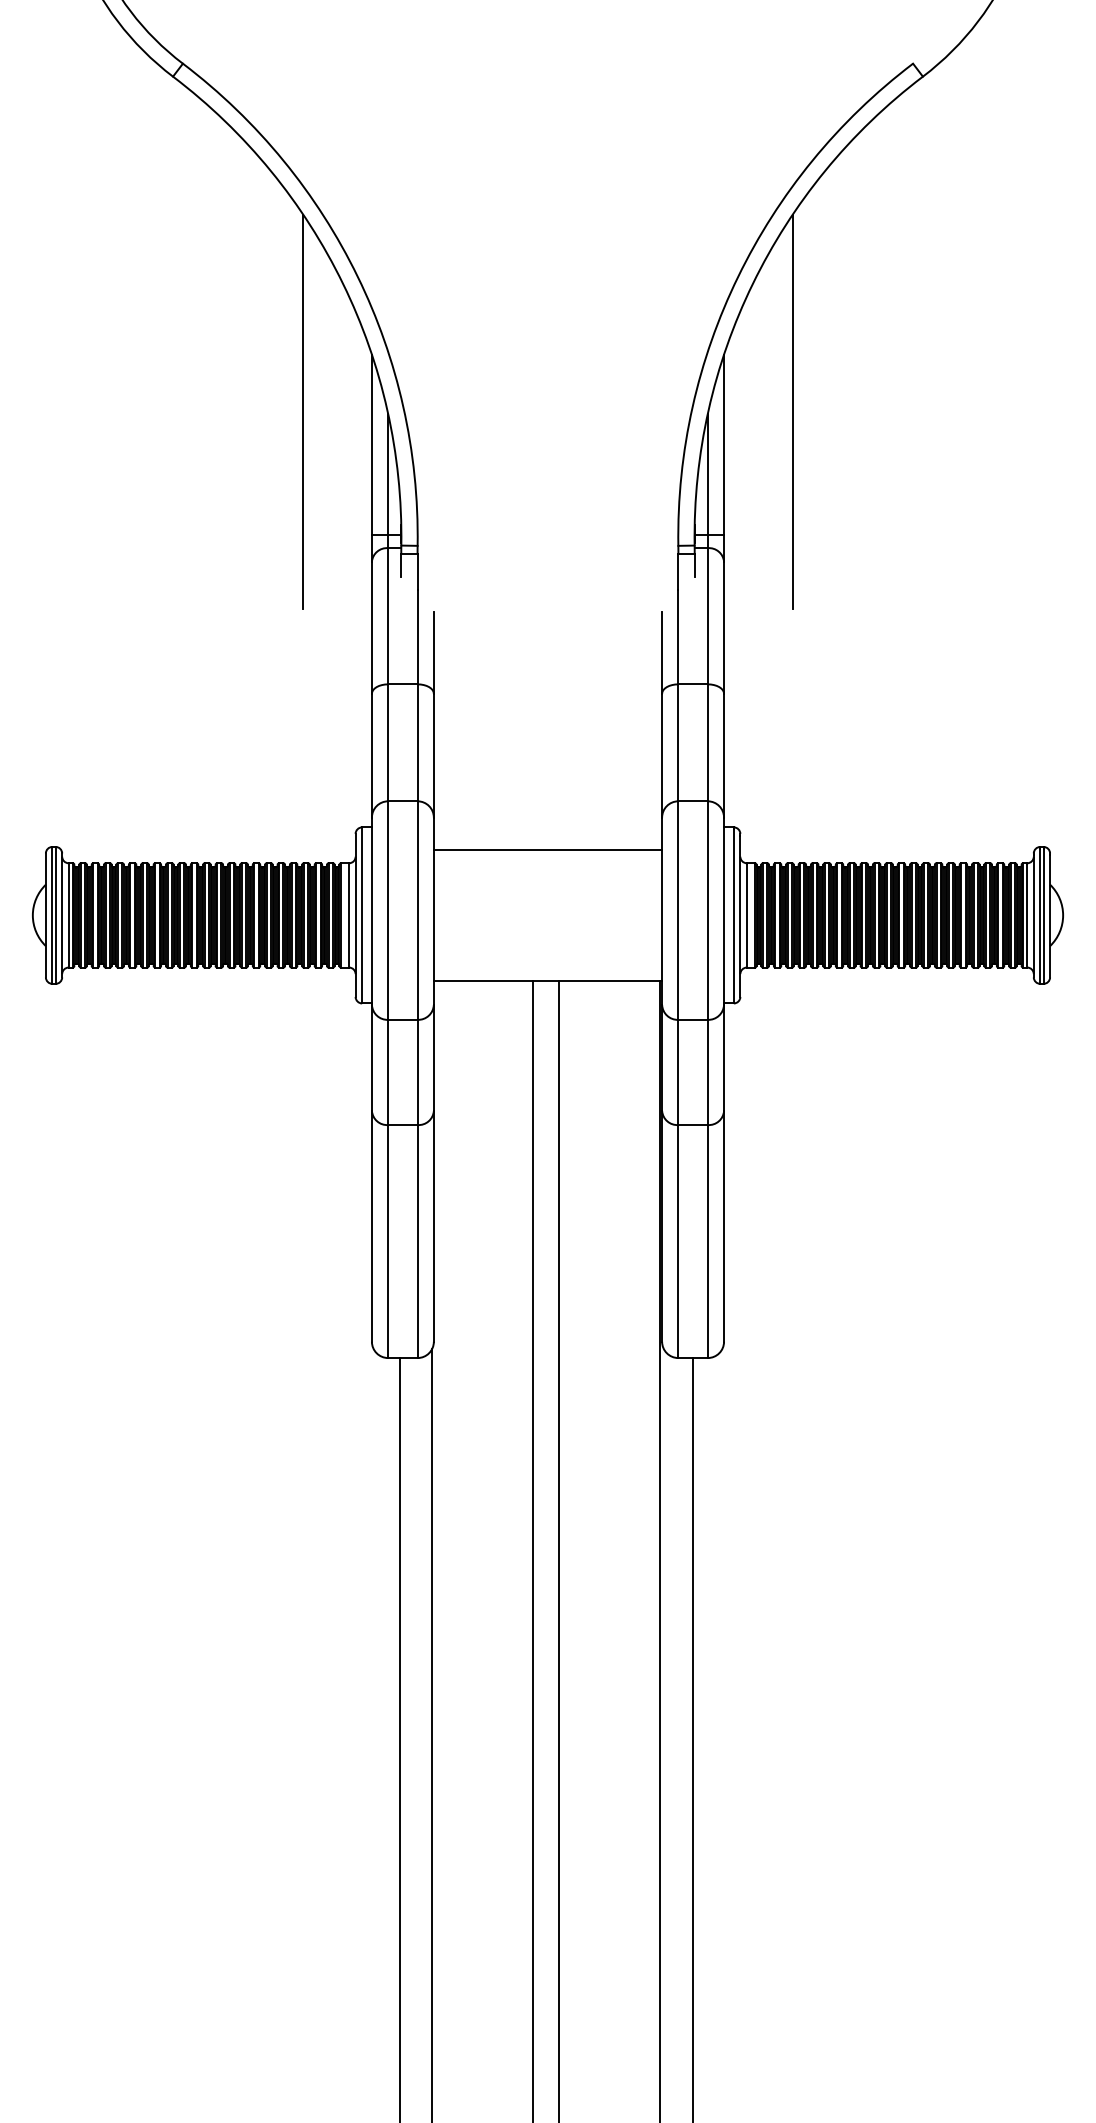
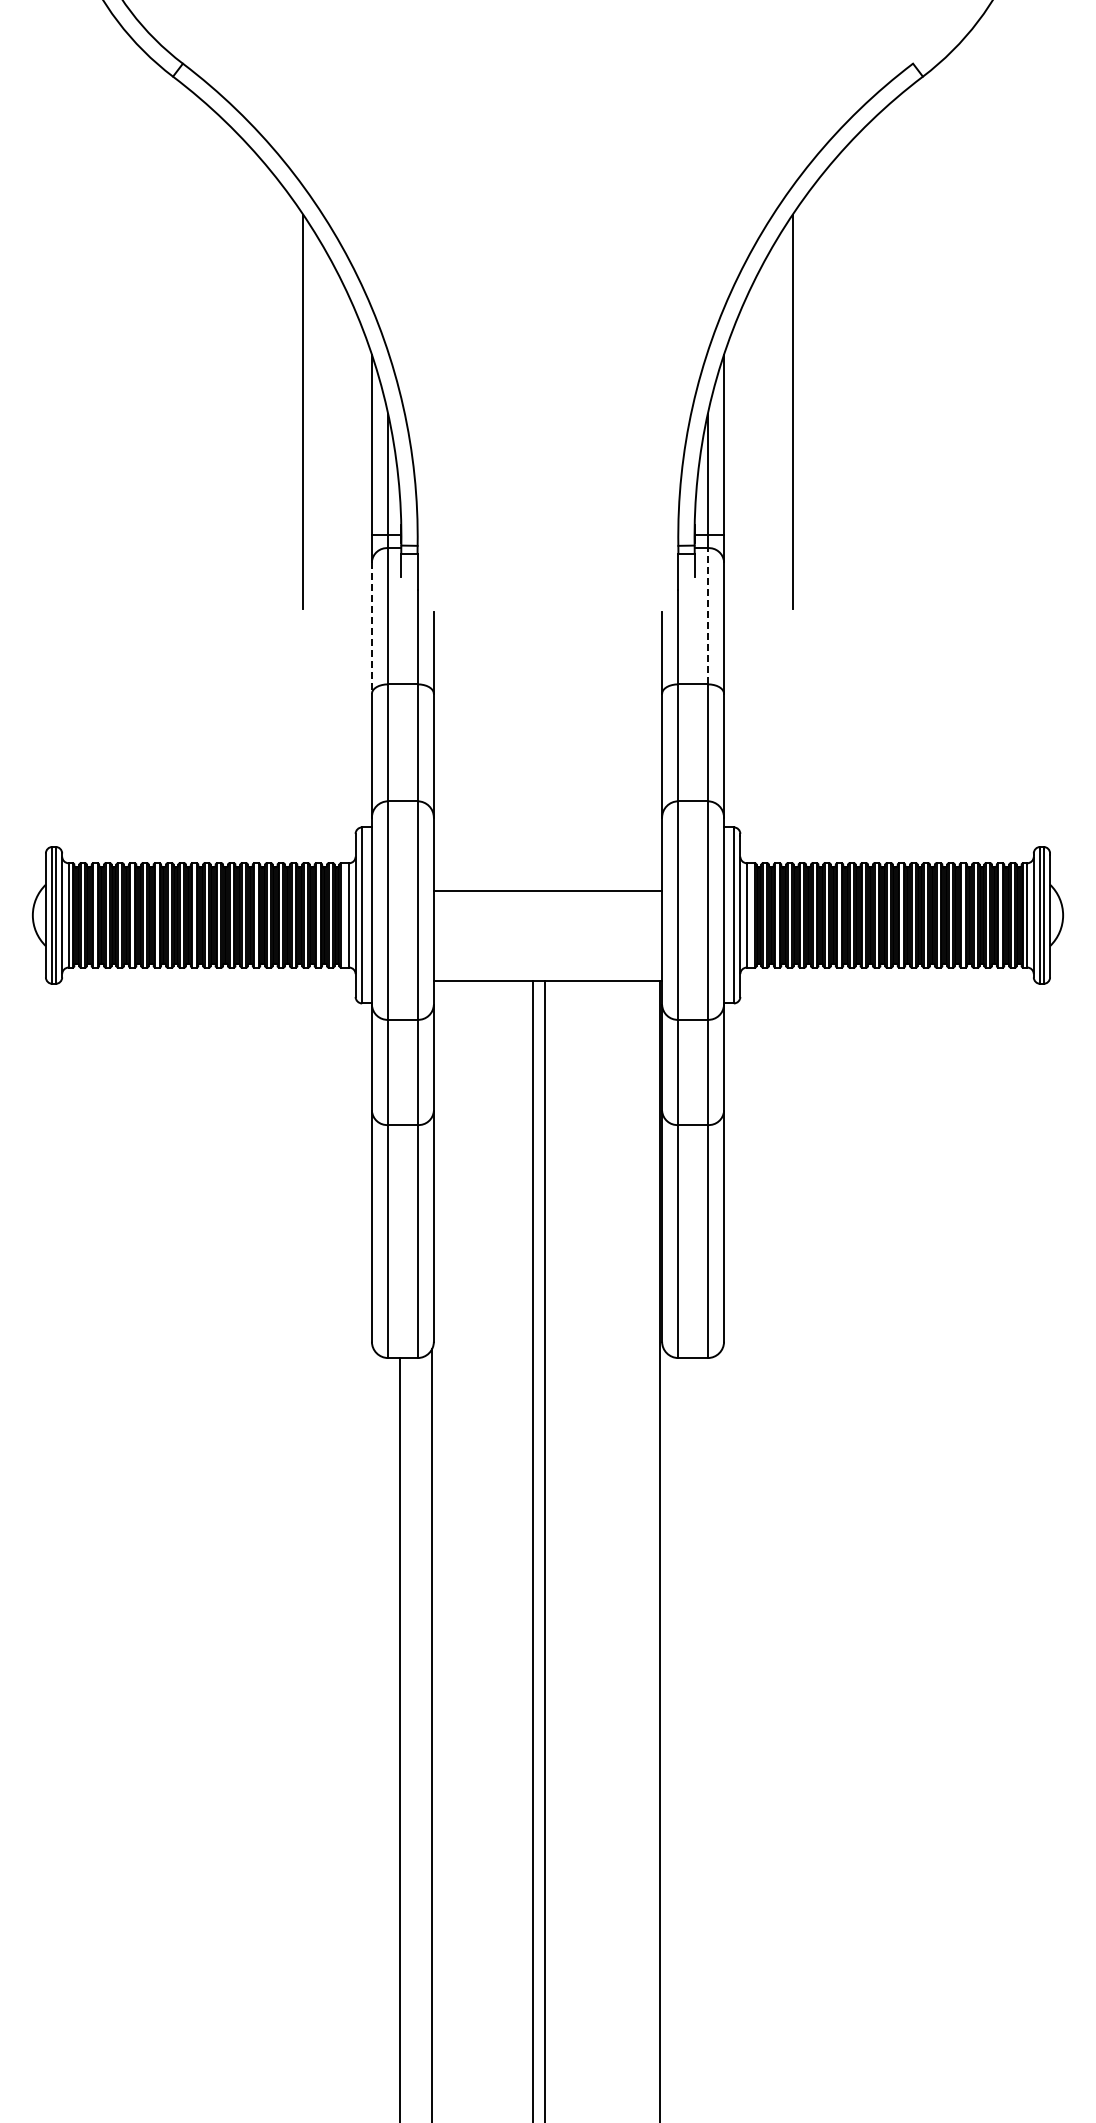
line at (707, 615): solid -> dashed
line at (371, 628): solid -> dashed
line at (547, 850) position: (547, 850) -> (547, 891)
line at (559, 1549) position: (559, 1549) -> (545, 1549)
line at (693, 1738): present -> none
